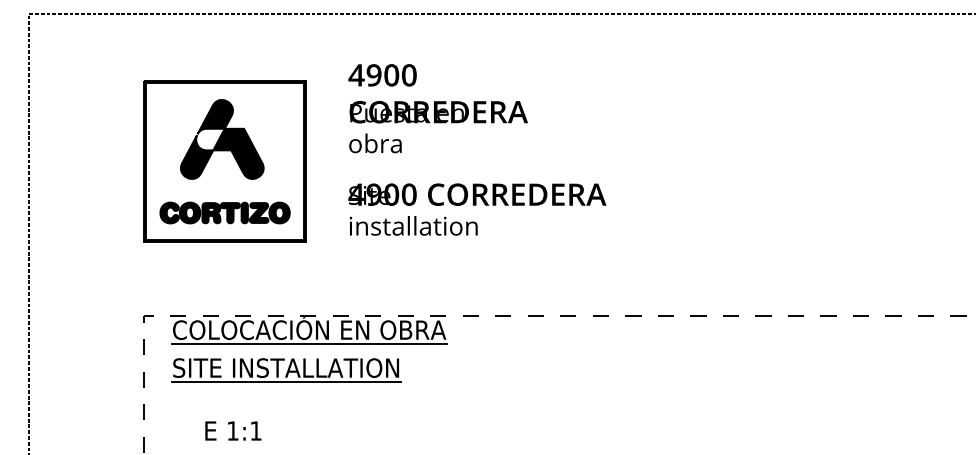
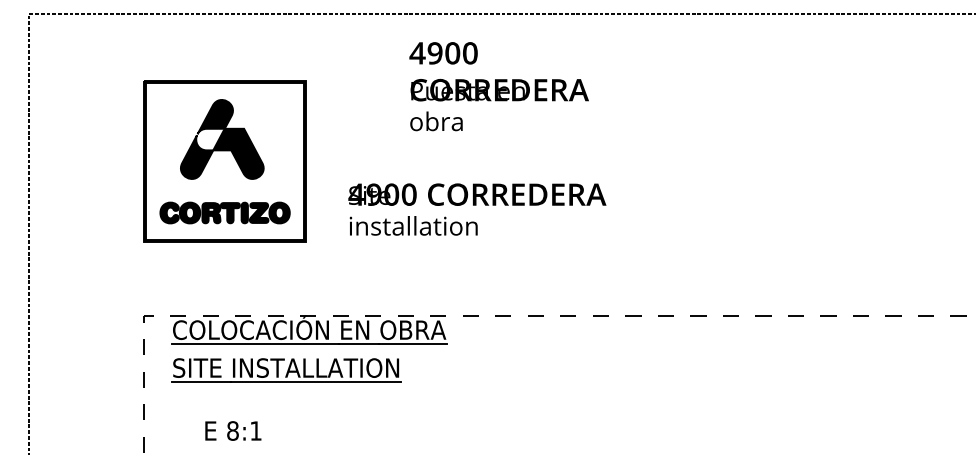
text at (437, 108) position: (437, 108) -> (498, 86)
text at (232, 430): 1:1 -> 8:1
